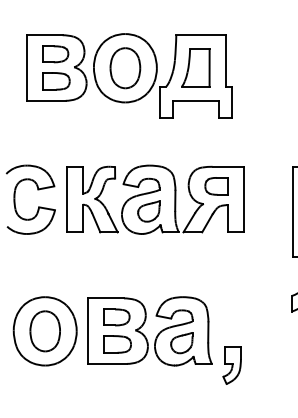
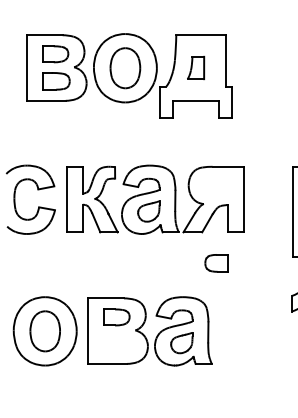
part at (195, 67) size: 30x40 px -> 19x26 px
part at (216, 186) position: (216, 186) -> (216, 263)
part at (117, 344): present -> none
part at (231, 365): present -> none
